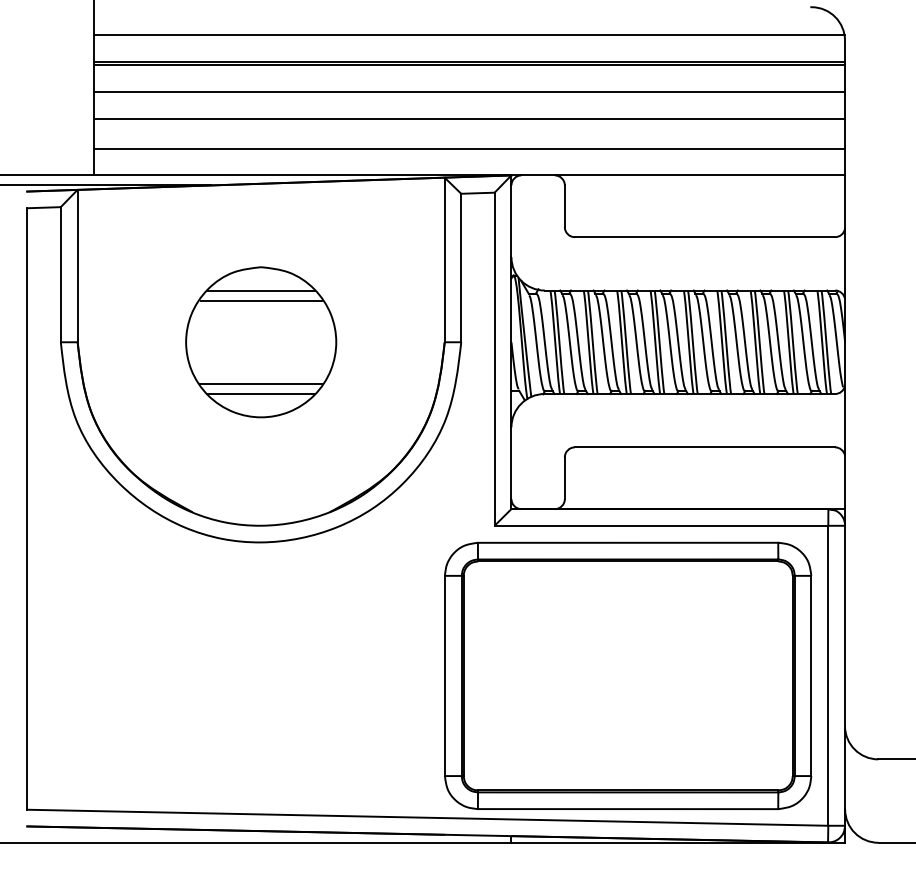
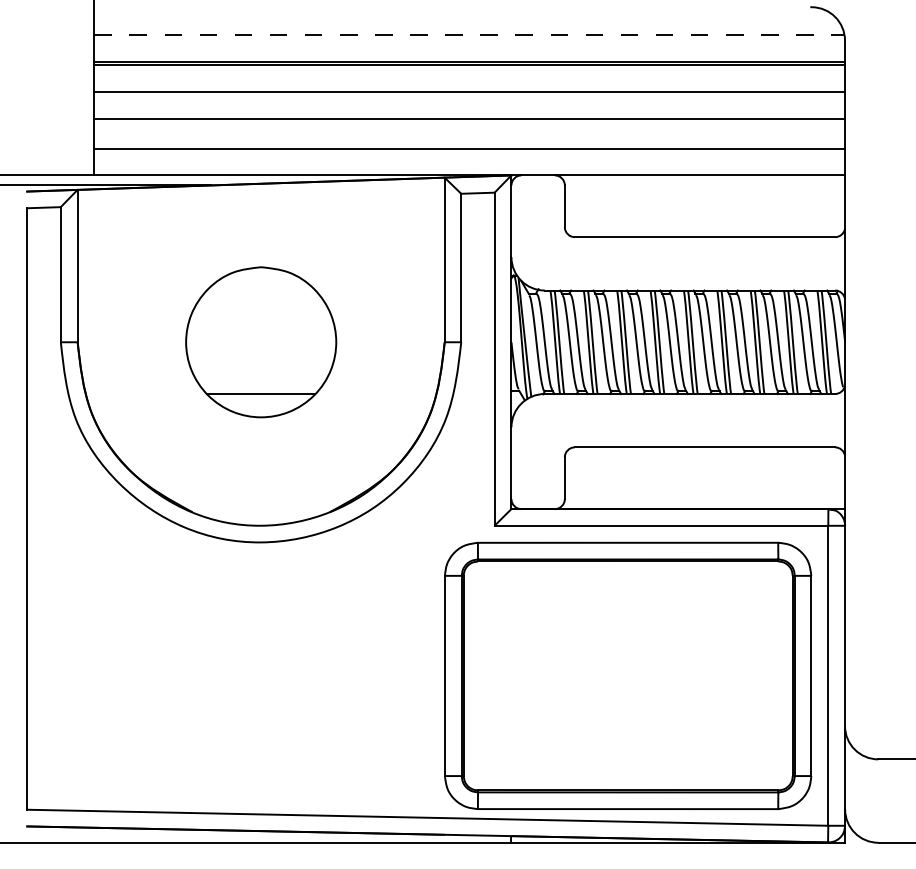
line at (469, 34): solid -> dashed
line at (261, 290): present -> none
line at (260, 300): present -> none
line at (261, 383): present -> none
